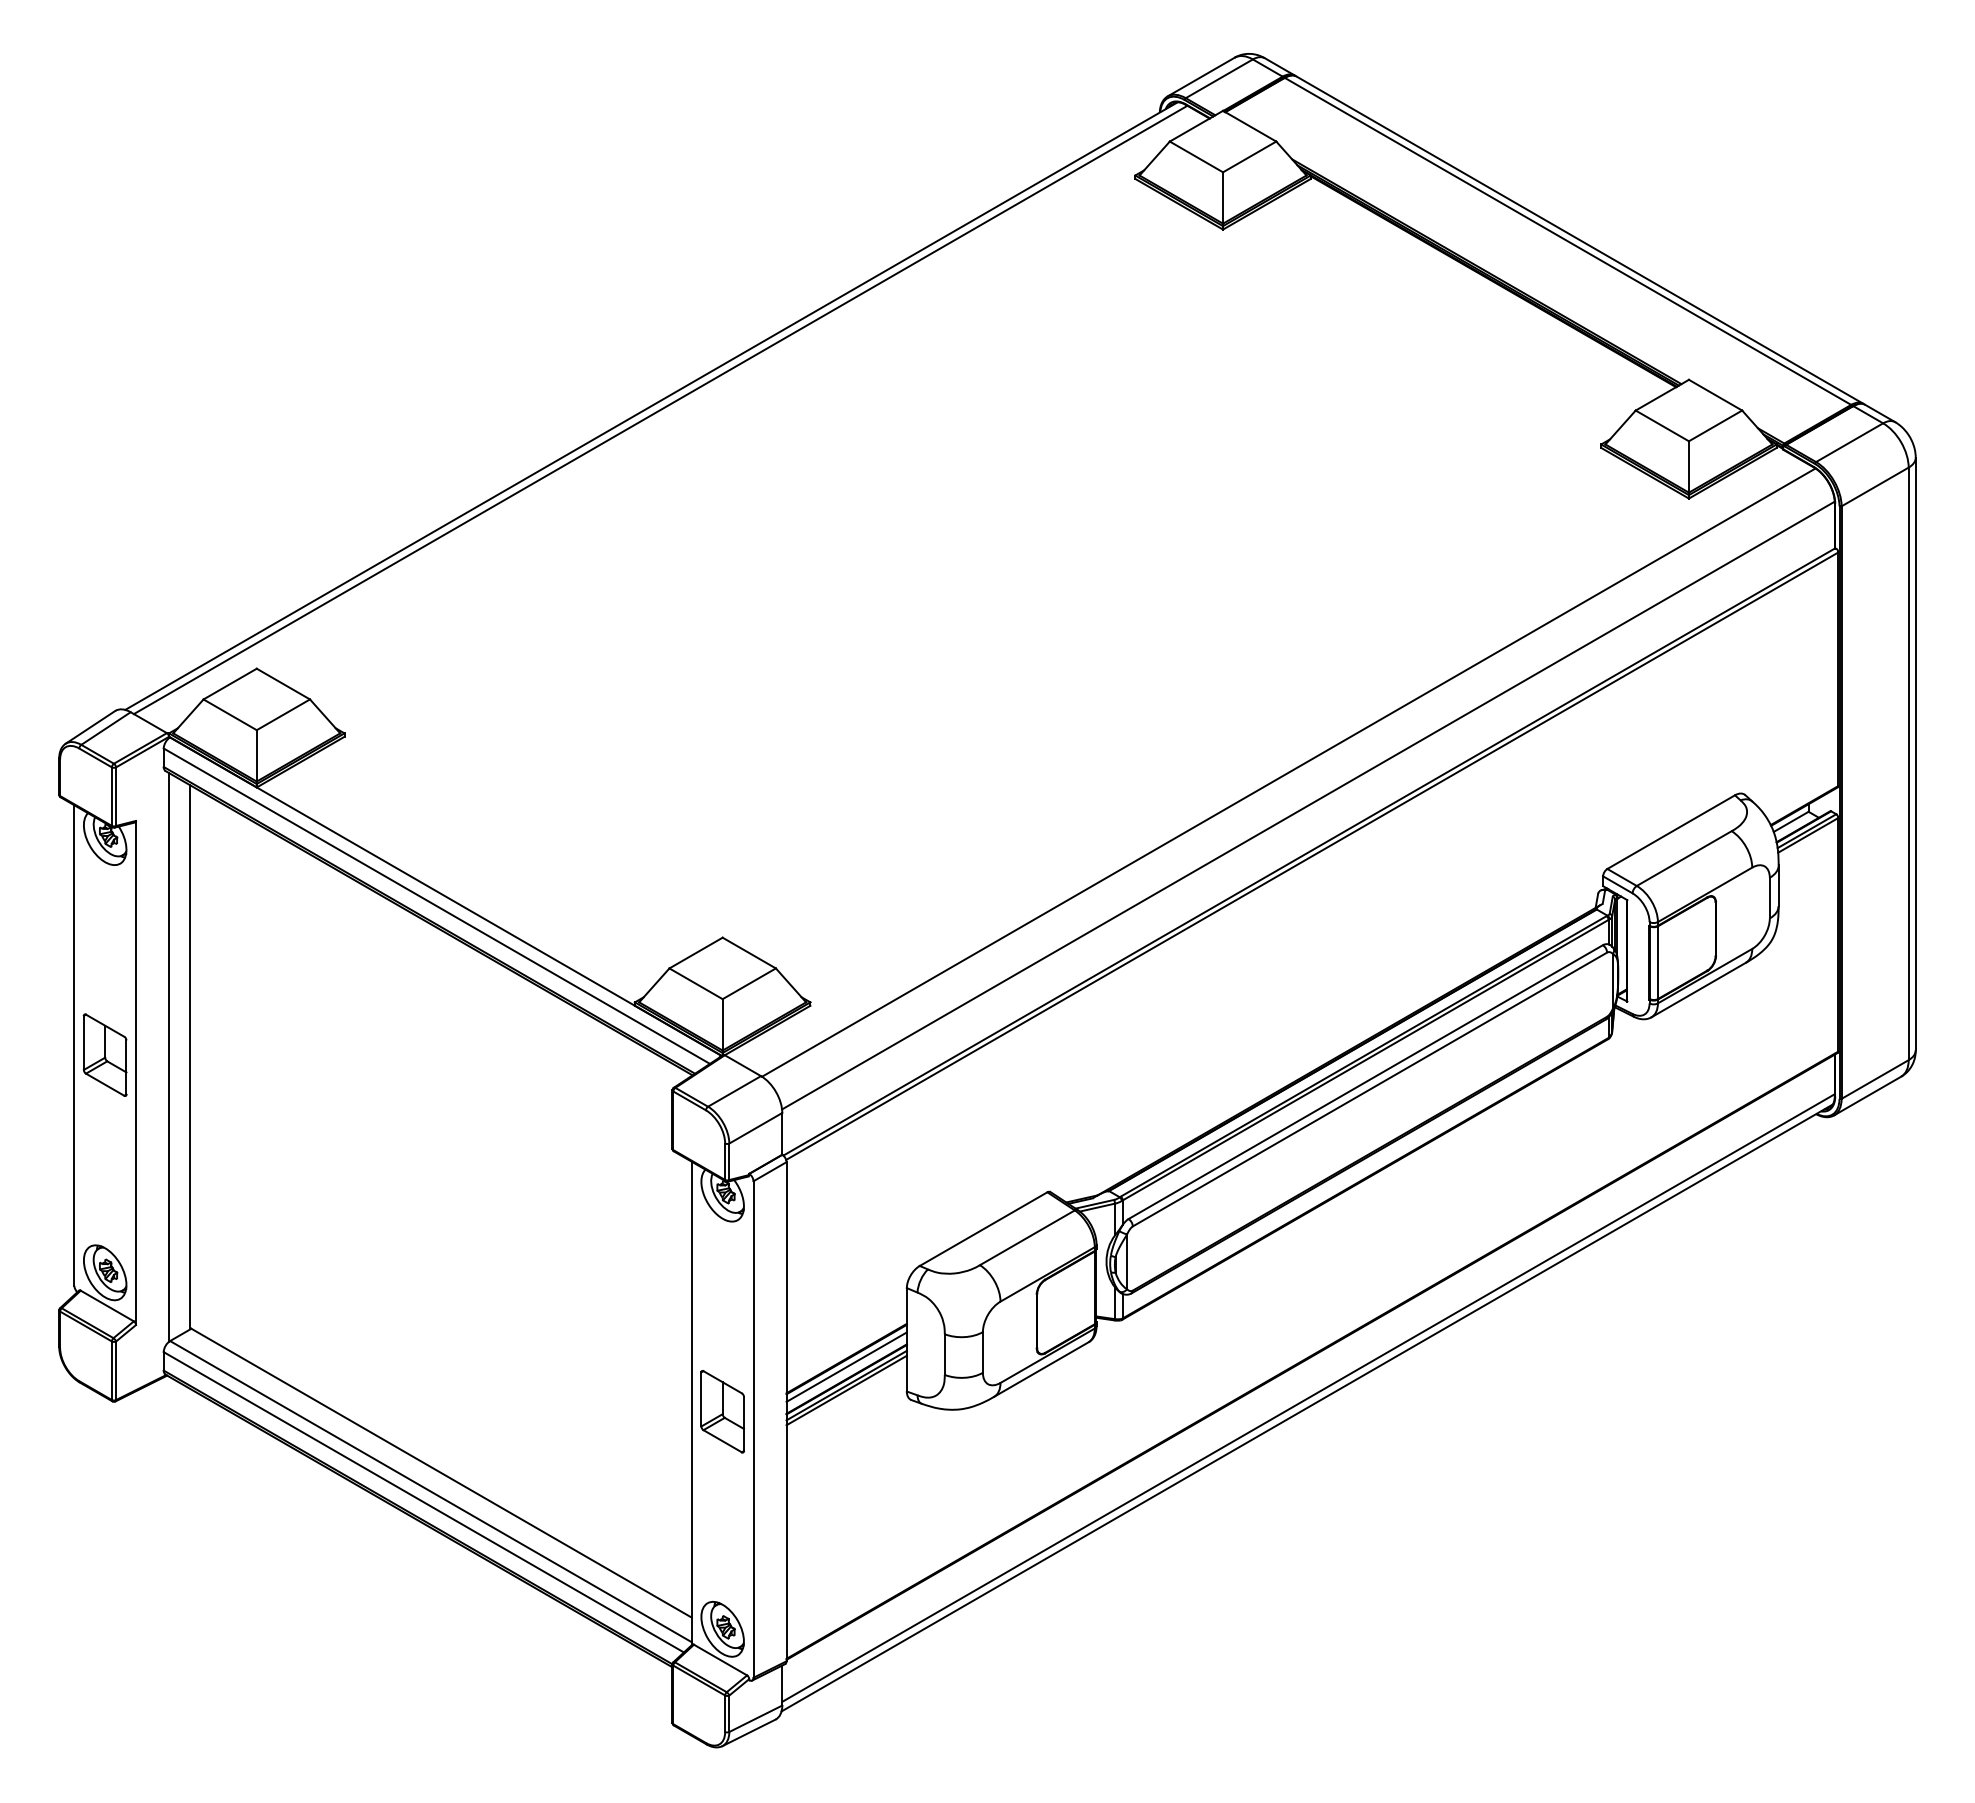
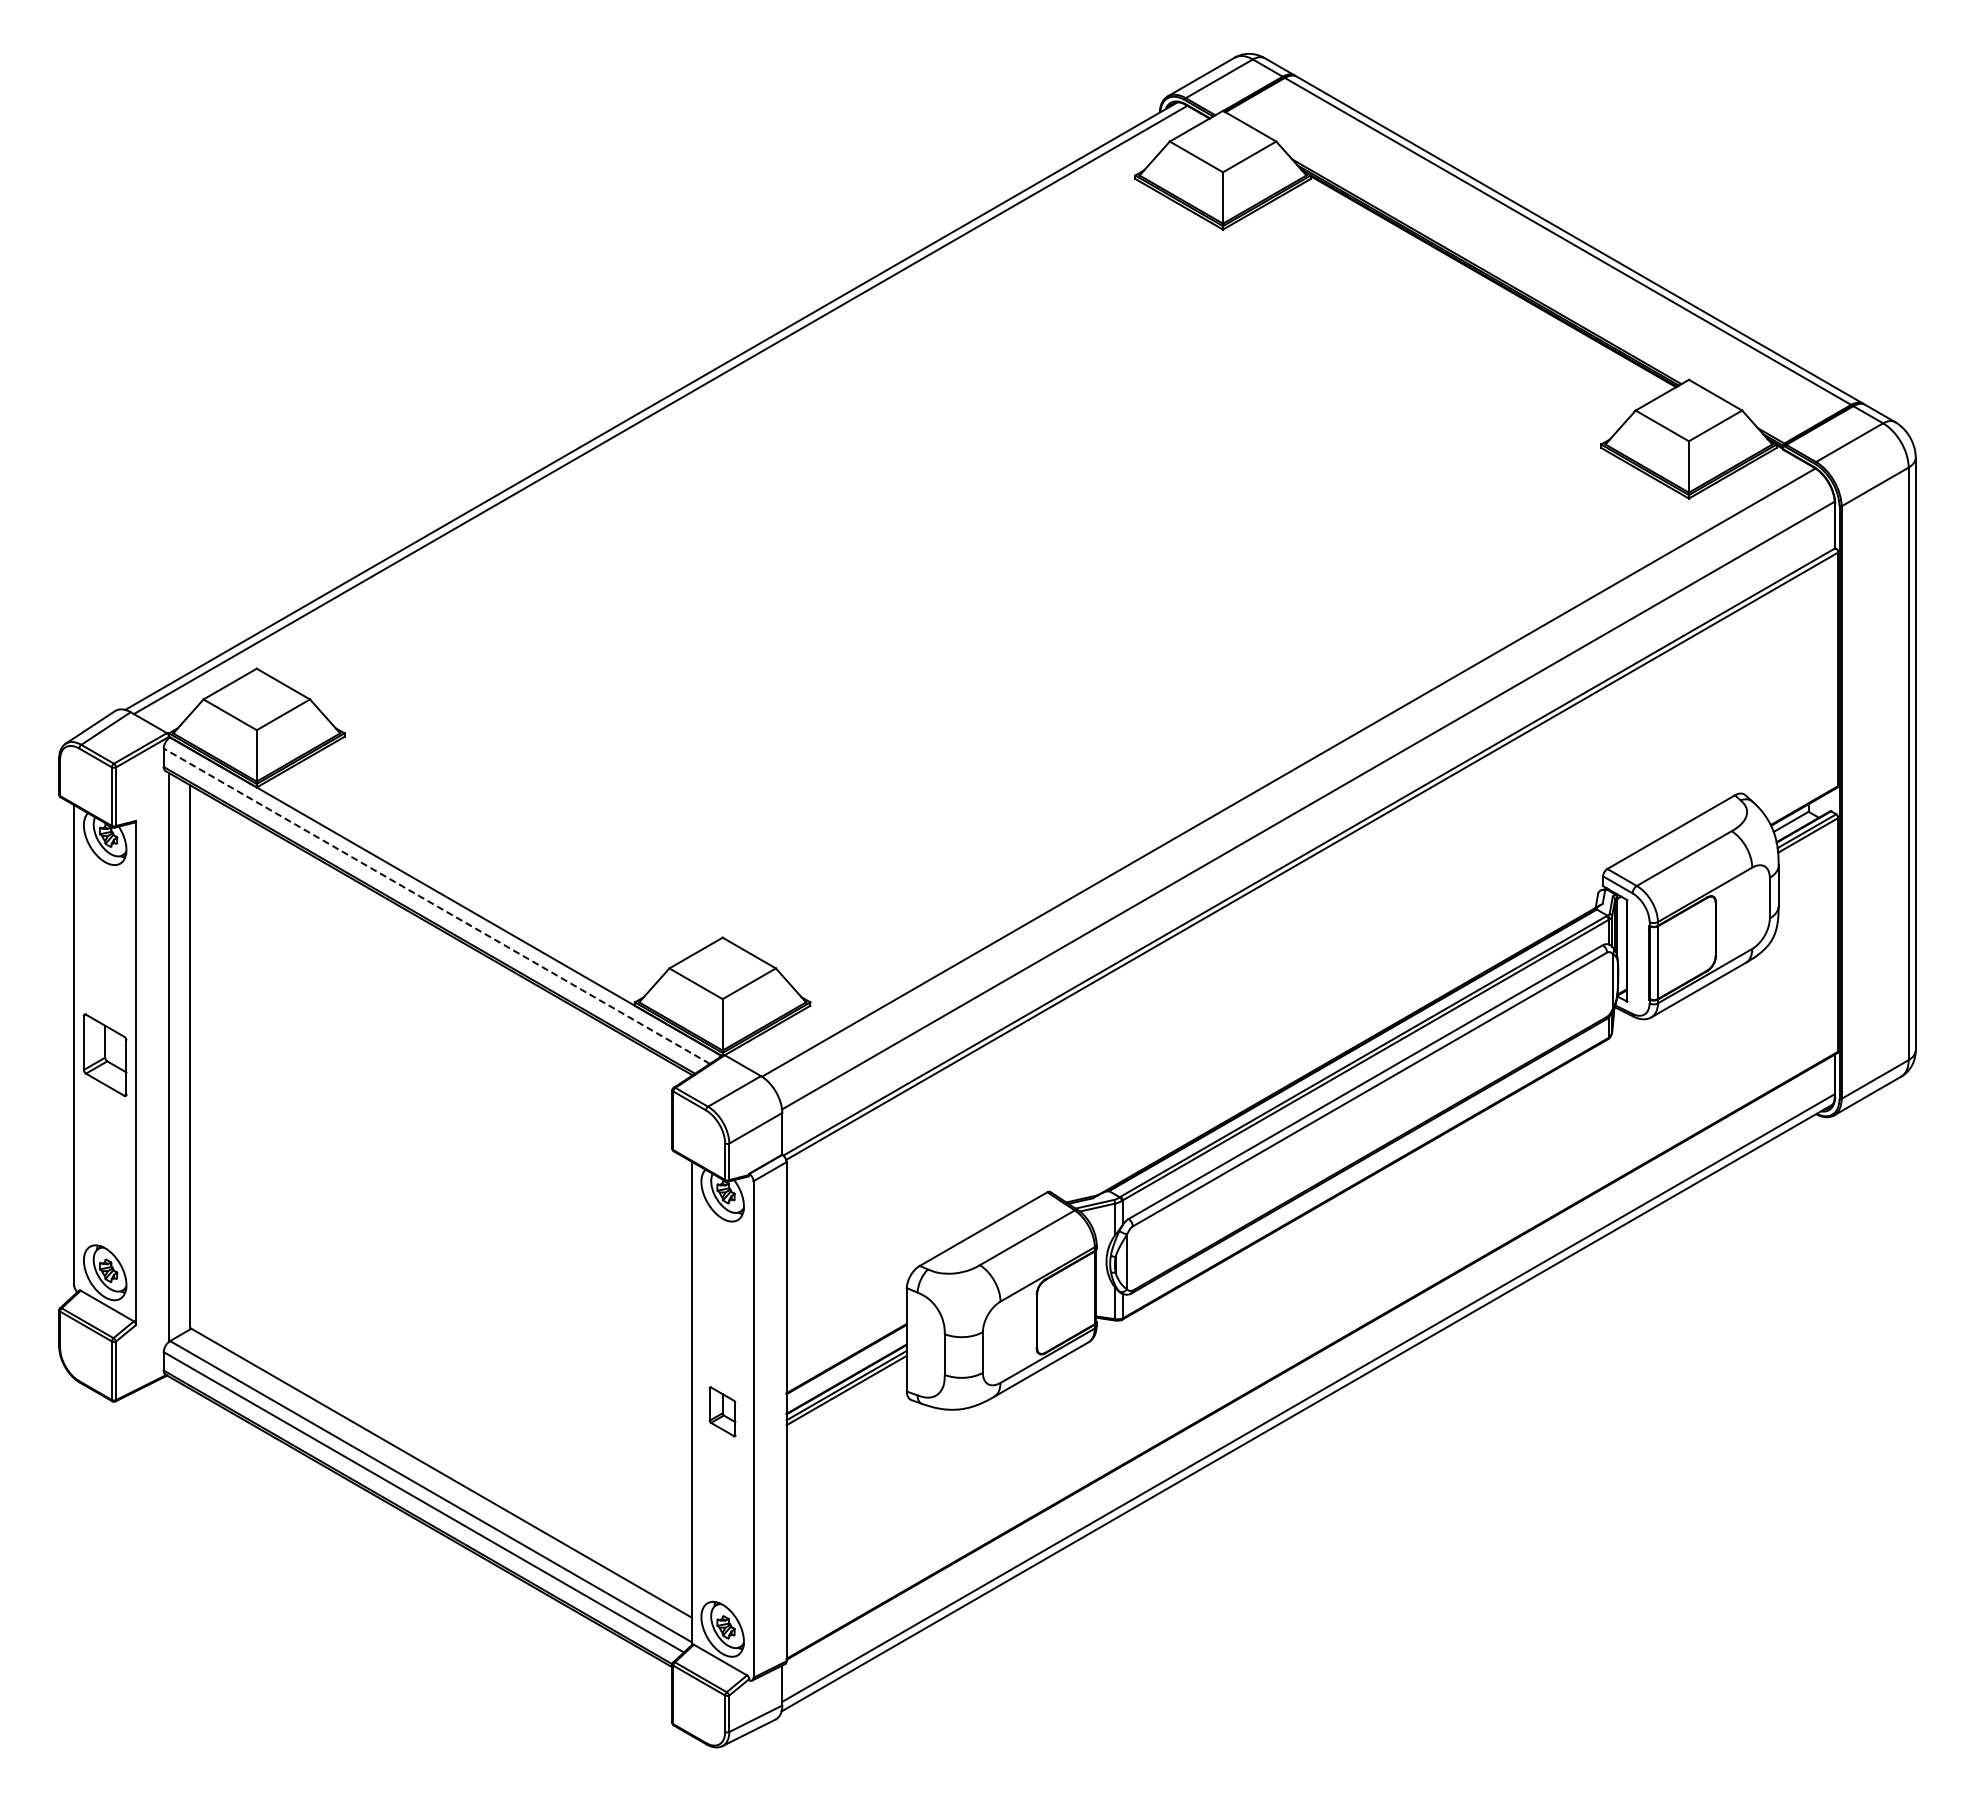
line at (436, 905): solid -> dashed
line at (846, 1366): present -> none
part at (722, 1411) size: 45x84 px -> 29x52 px
